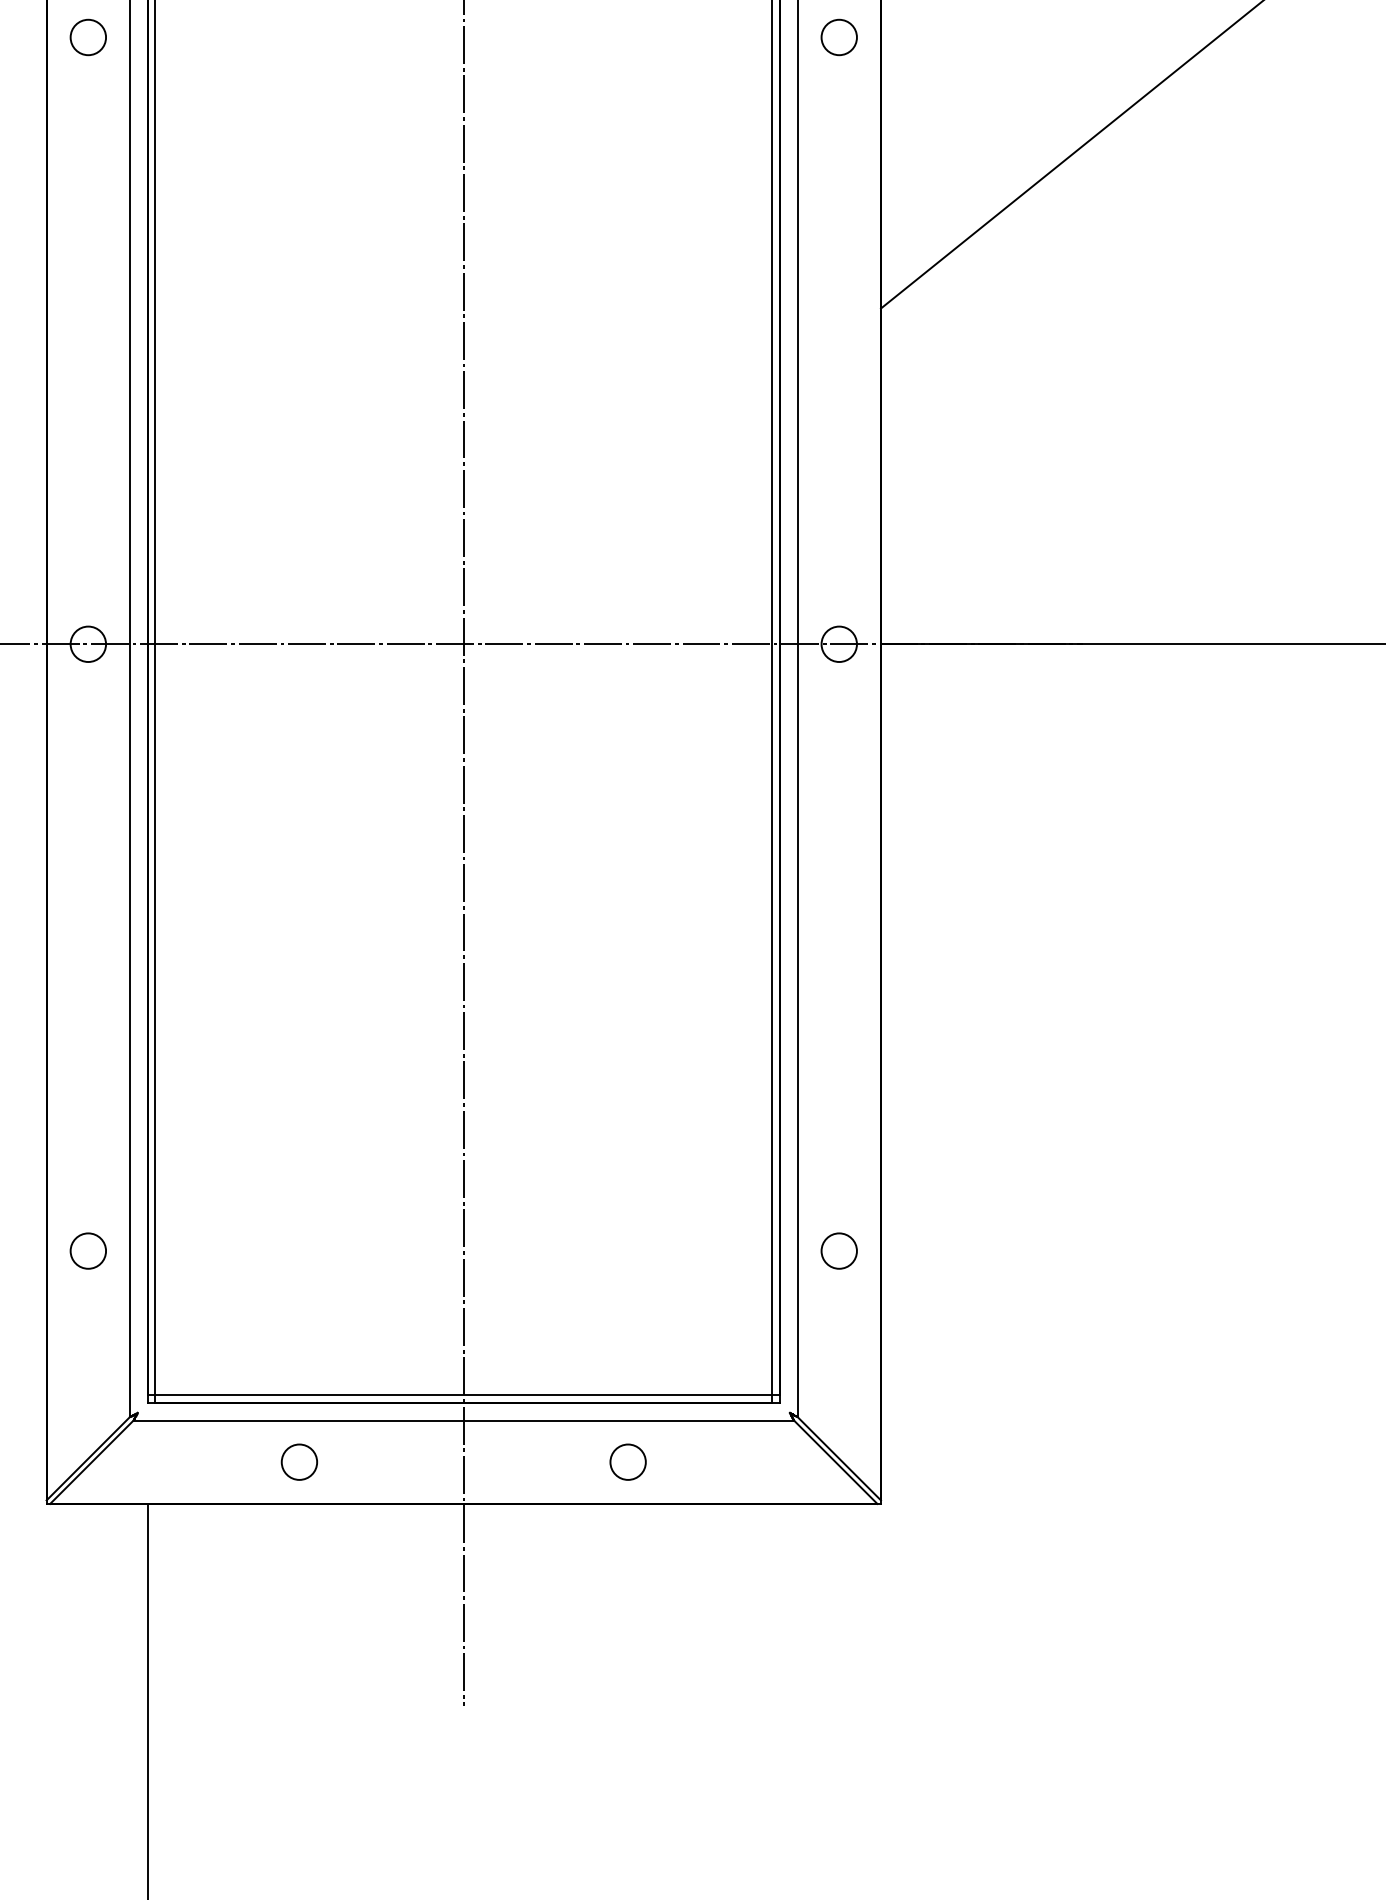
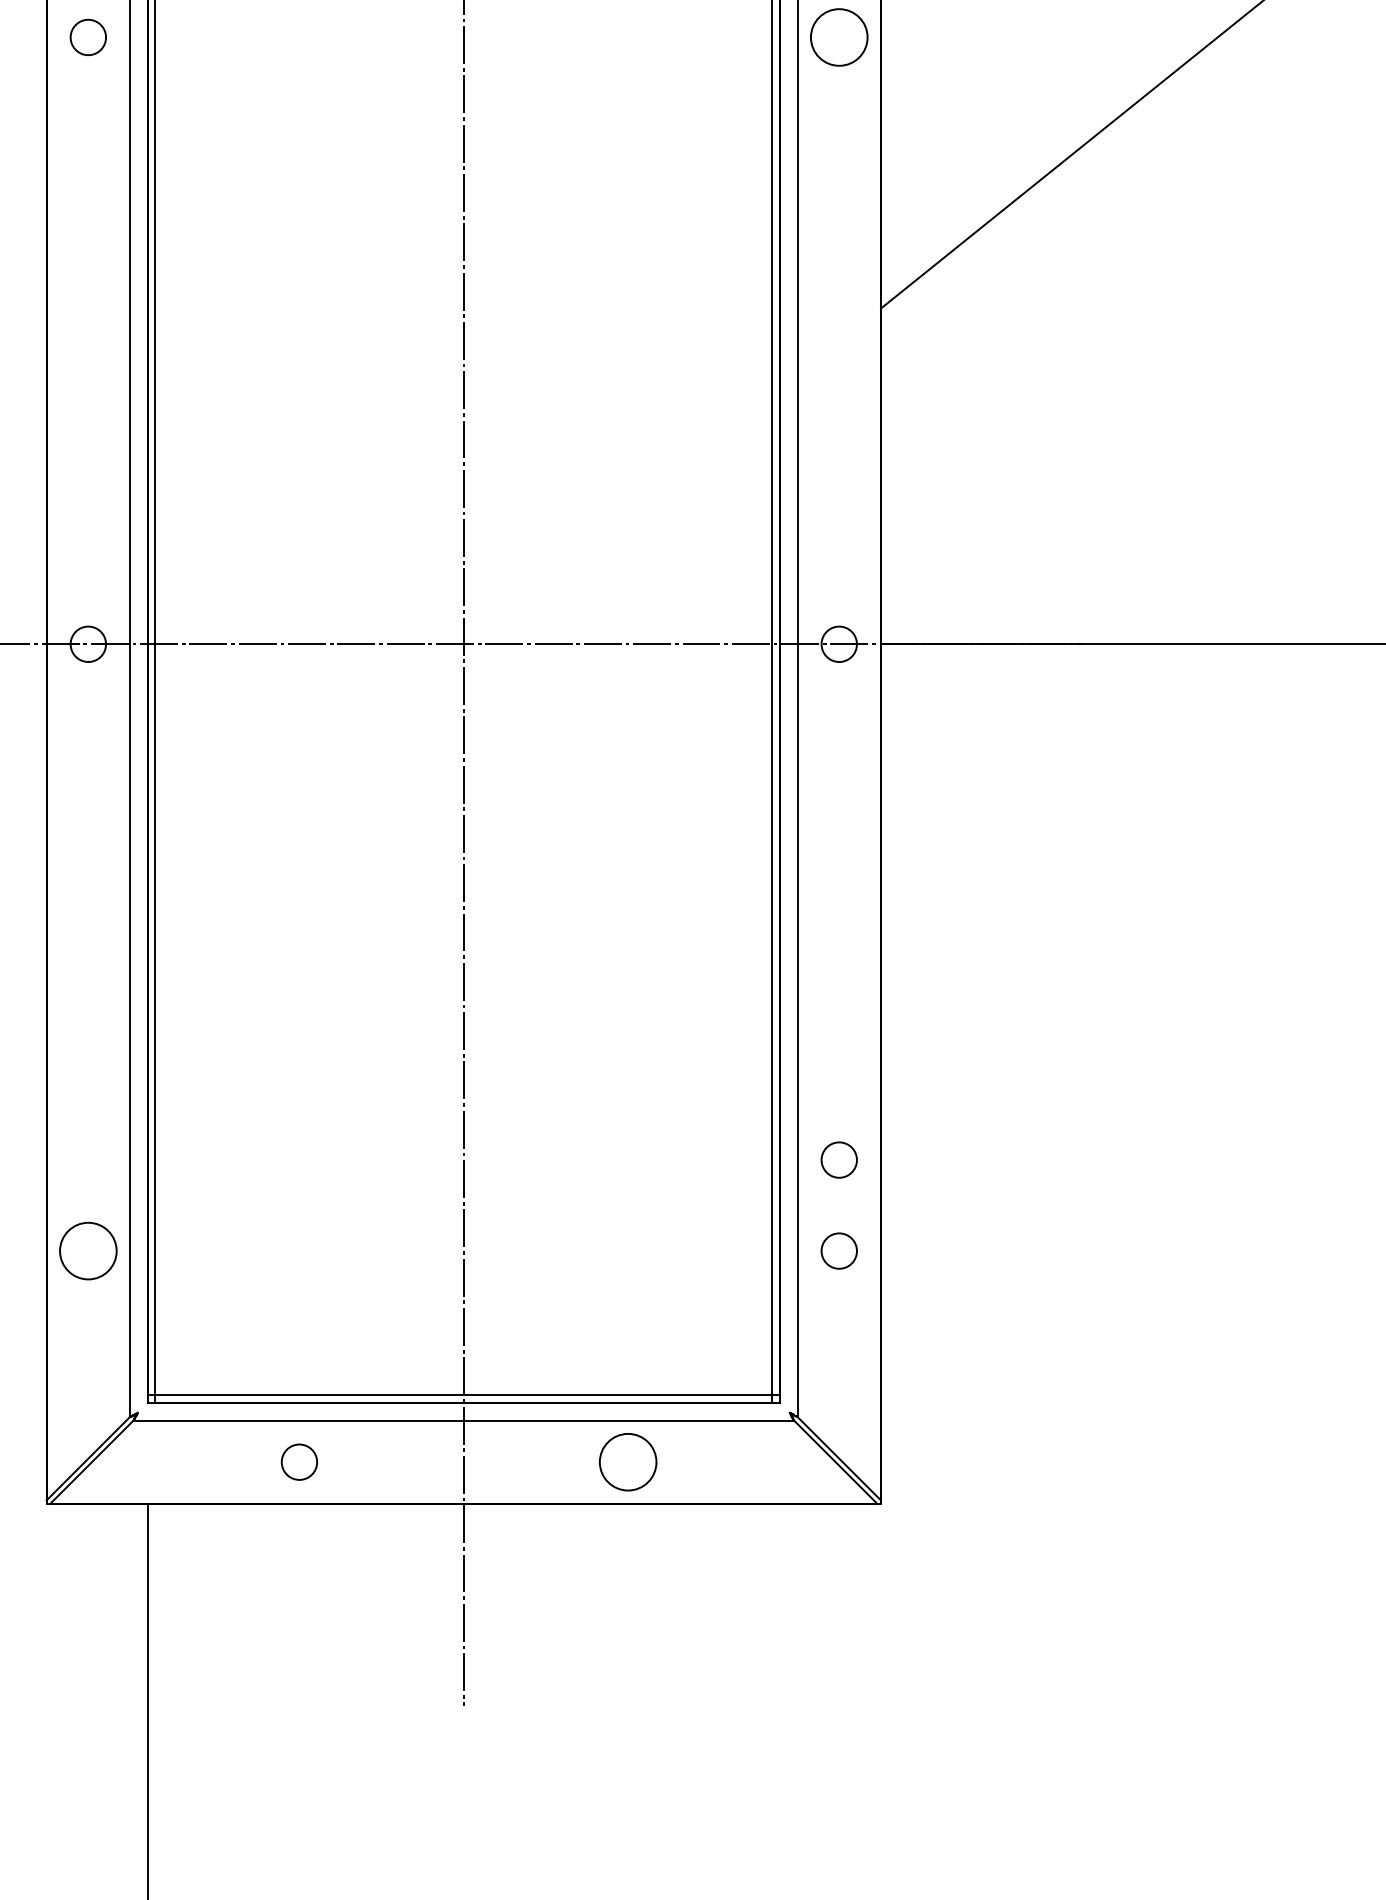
circle at (838, 37) diameter: 35 px -> 57 px
circle at (838, 1159): none -> present
circle at (88, 1250) diameter: 35 px -> 57 px
circle at (627, 1461) diameter: 35 px -> 57 px
